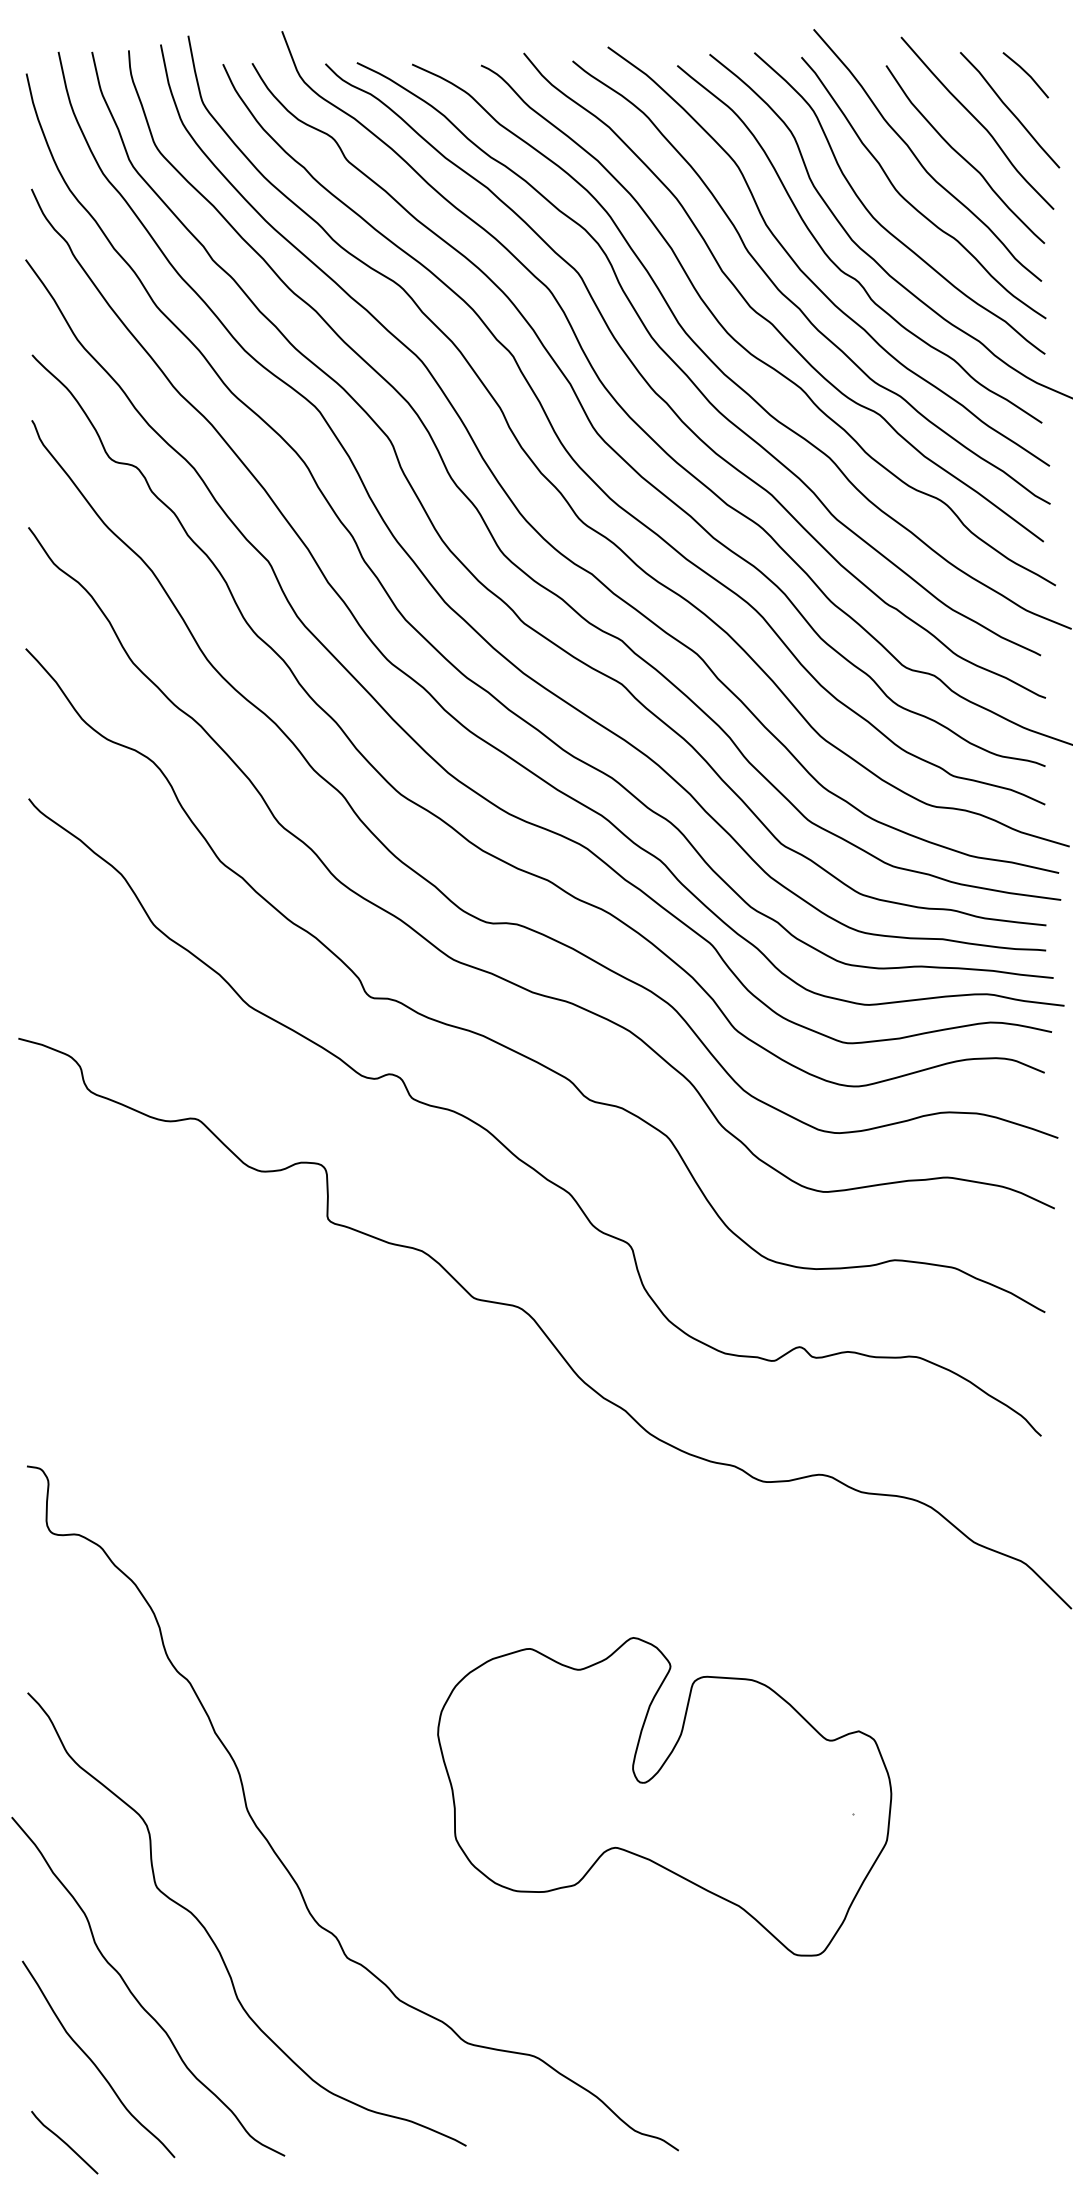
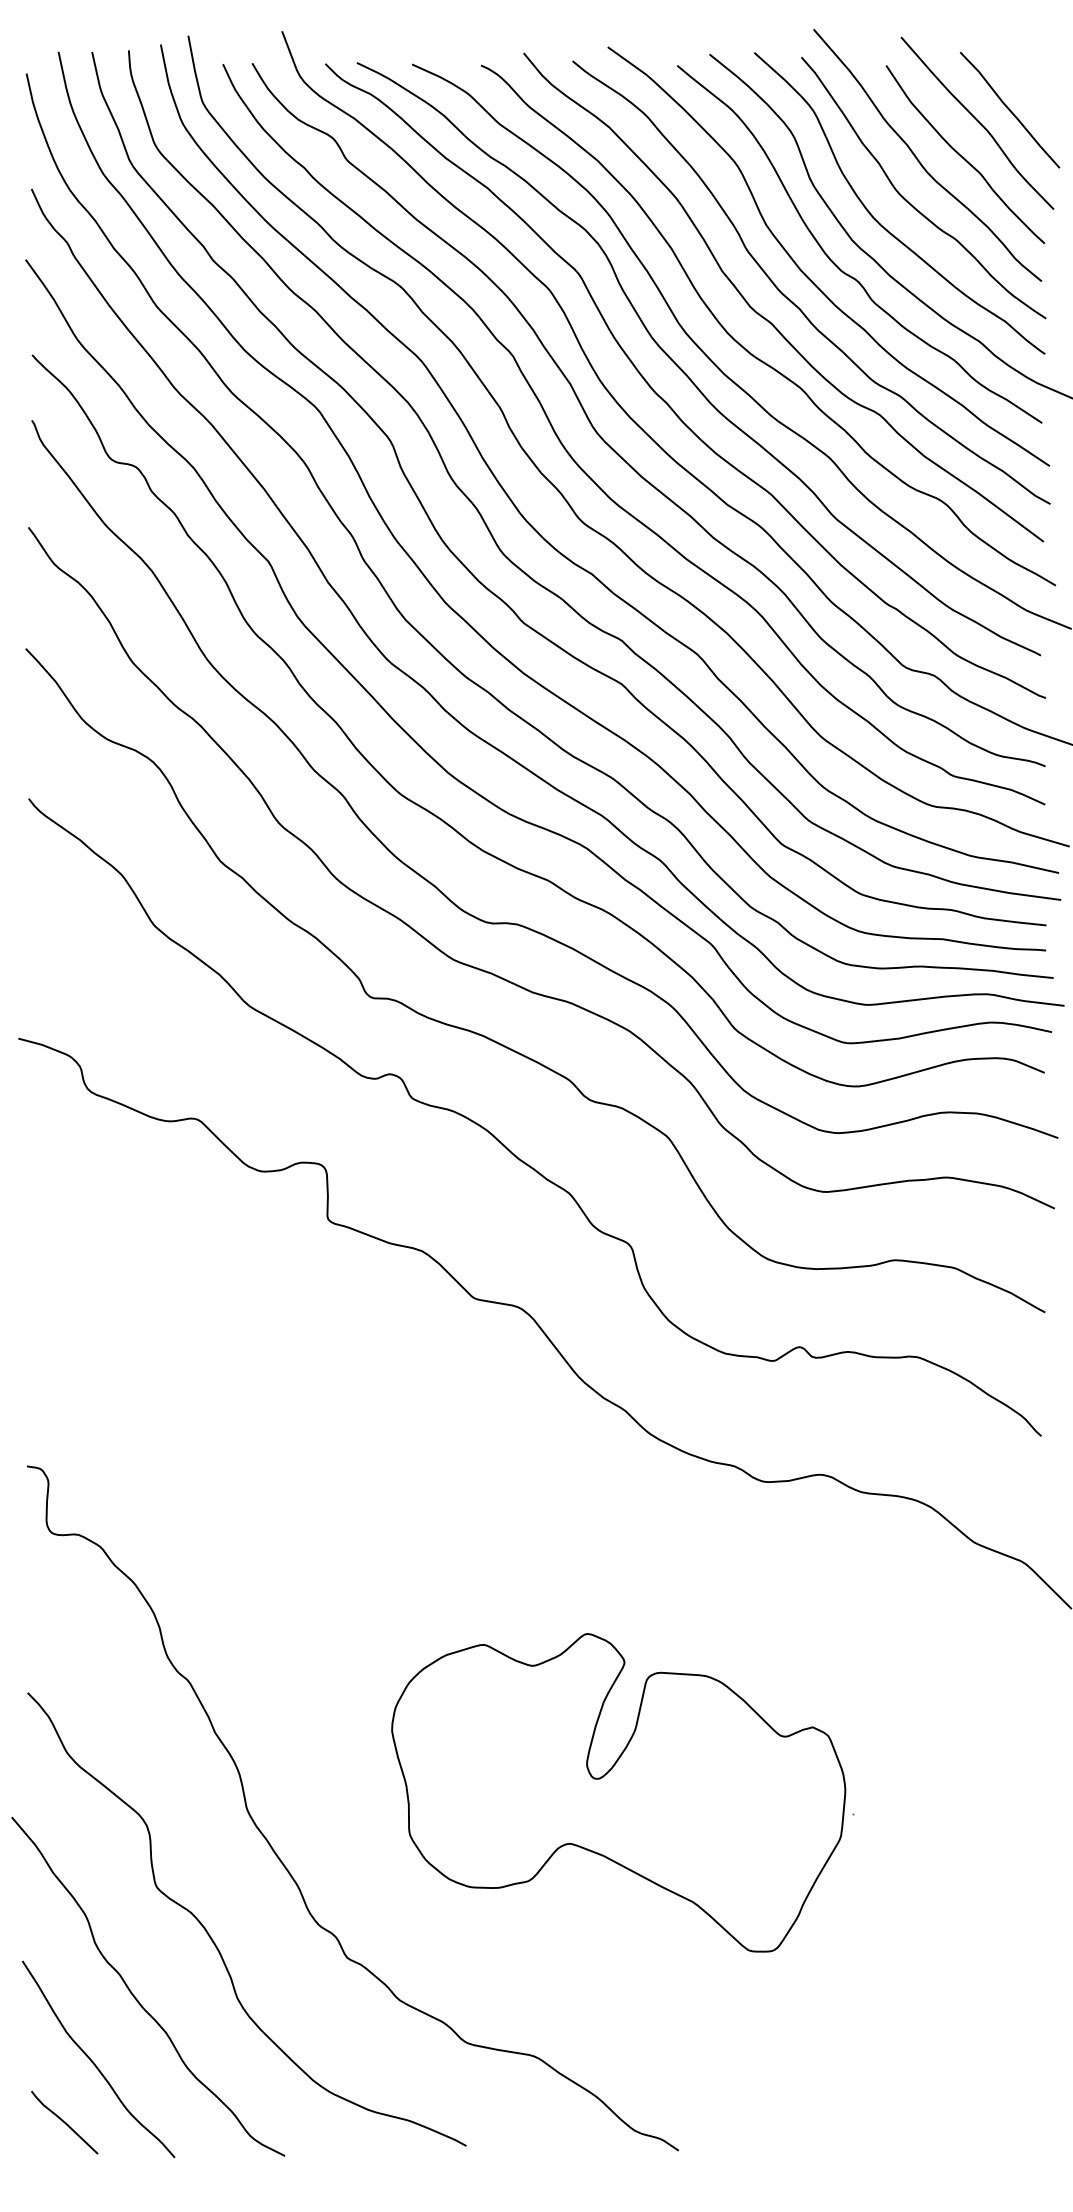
line at (1026, 74): present -> none
part at (664, 1796) position: (664, 1796) -> (618, 1792)
curve at (64, 2142) position: (64, 2142) -> (64, 2122)
